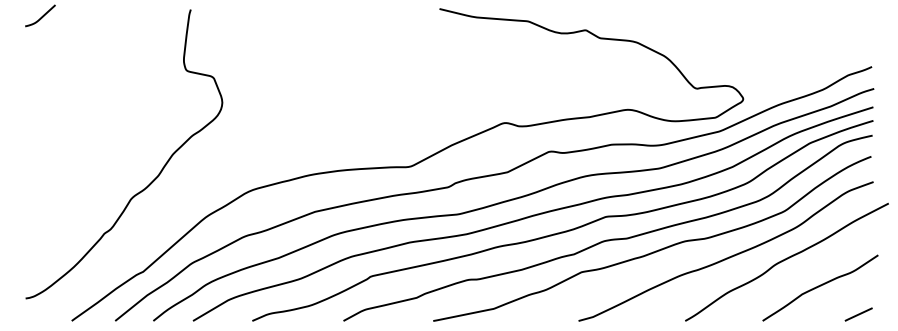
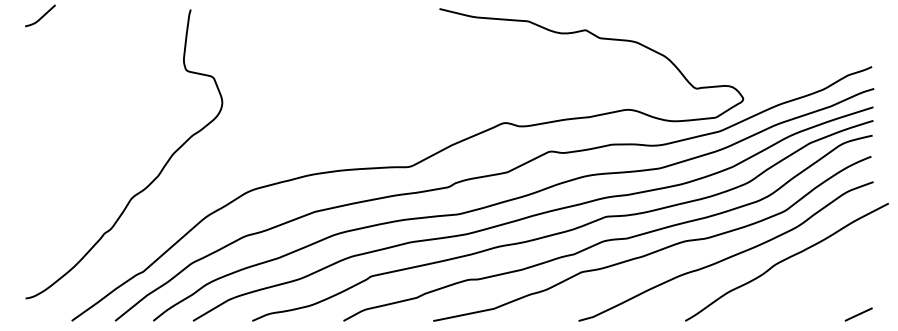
curve at (820, 286): present -> none
